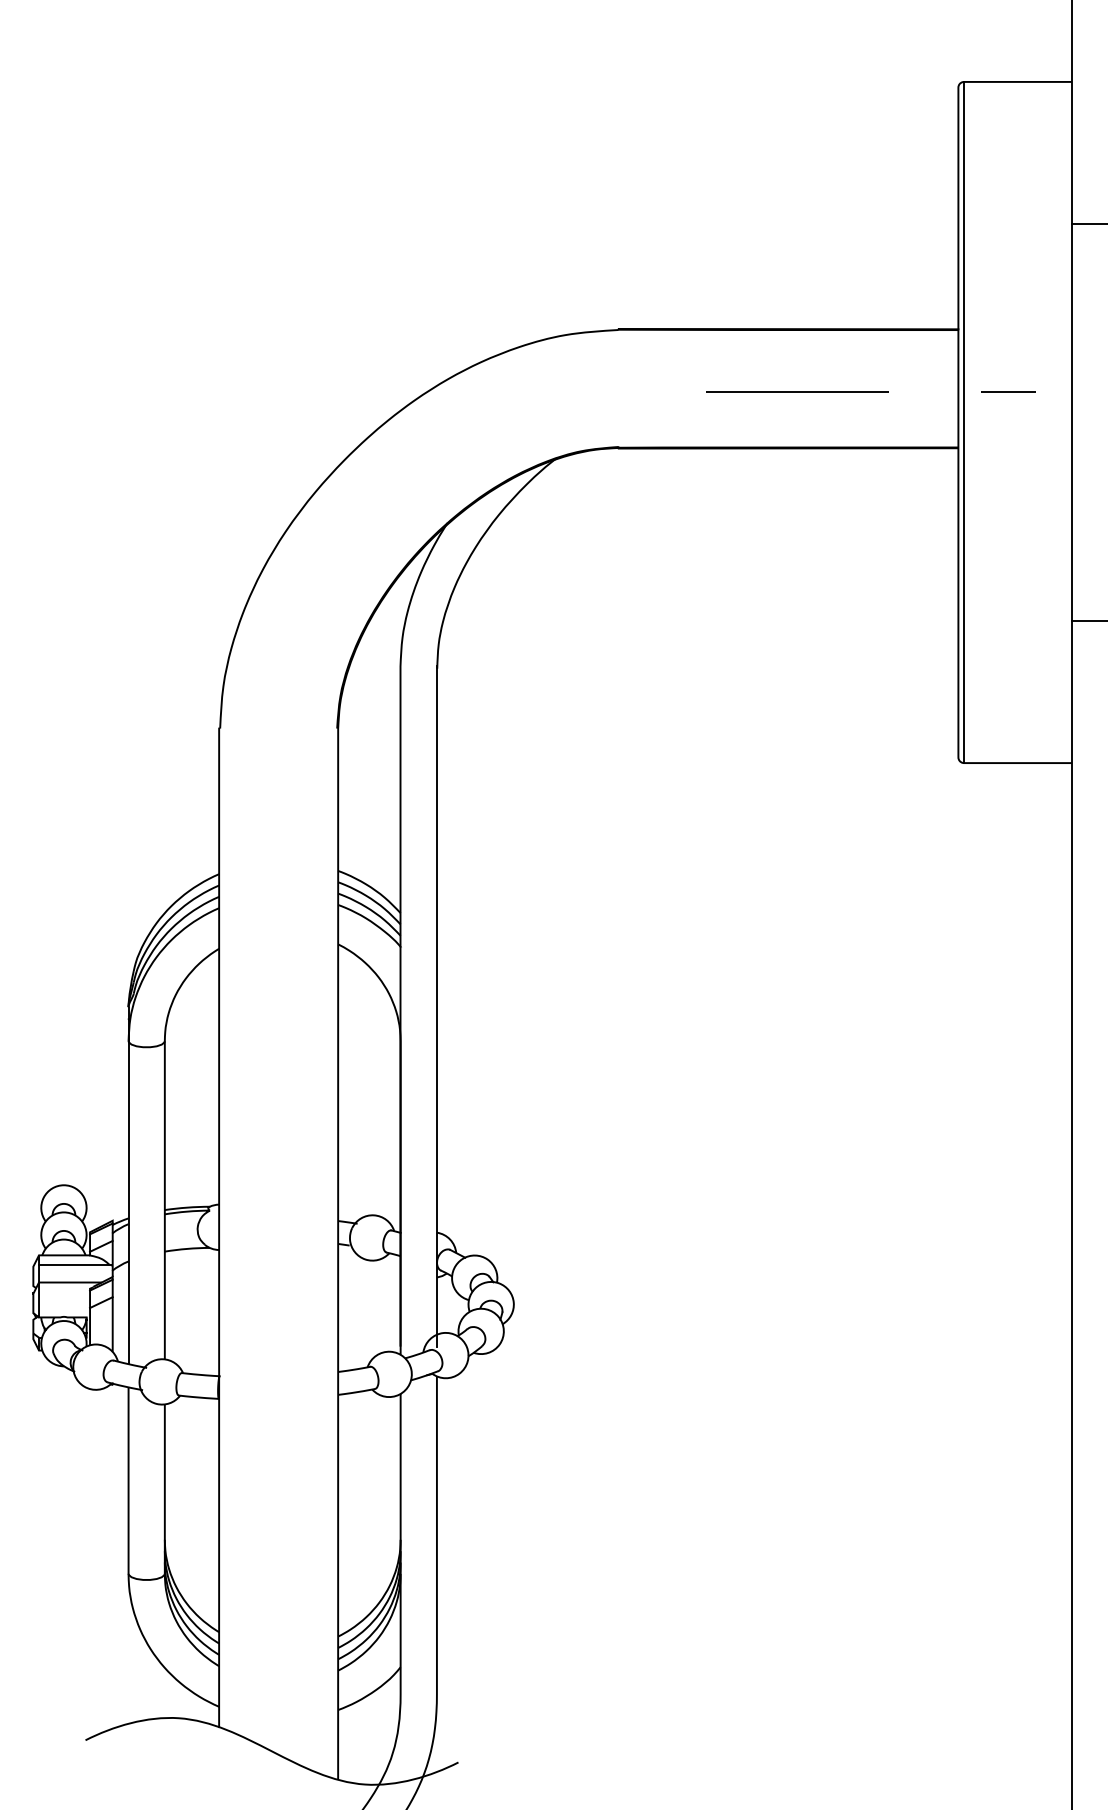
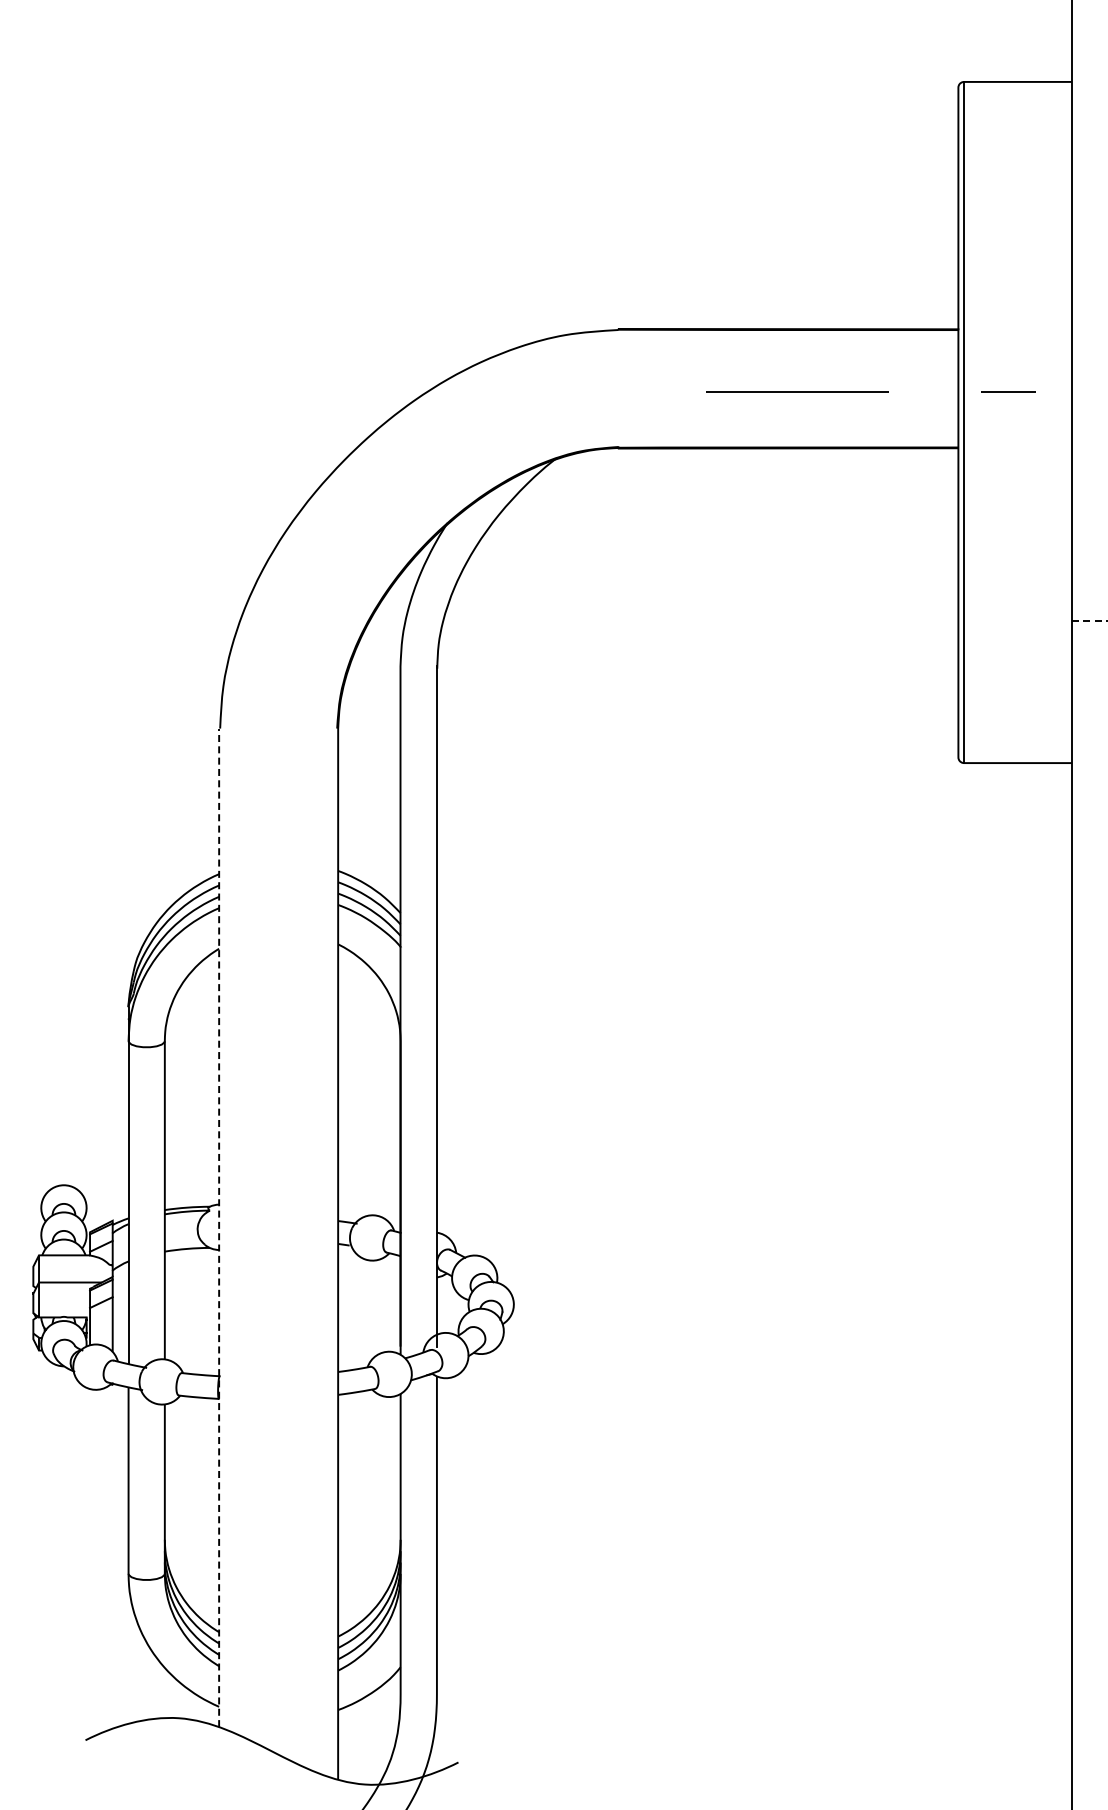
line at (1087, 223): present -> none
line at (1089, 621): solid -> dashed
line at (219, 1227): solid -> dashed
line at (74, 1264): present -> none
